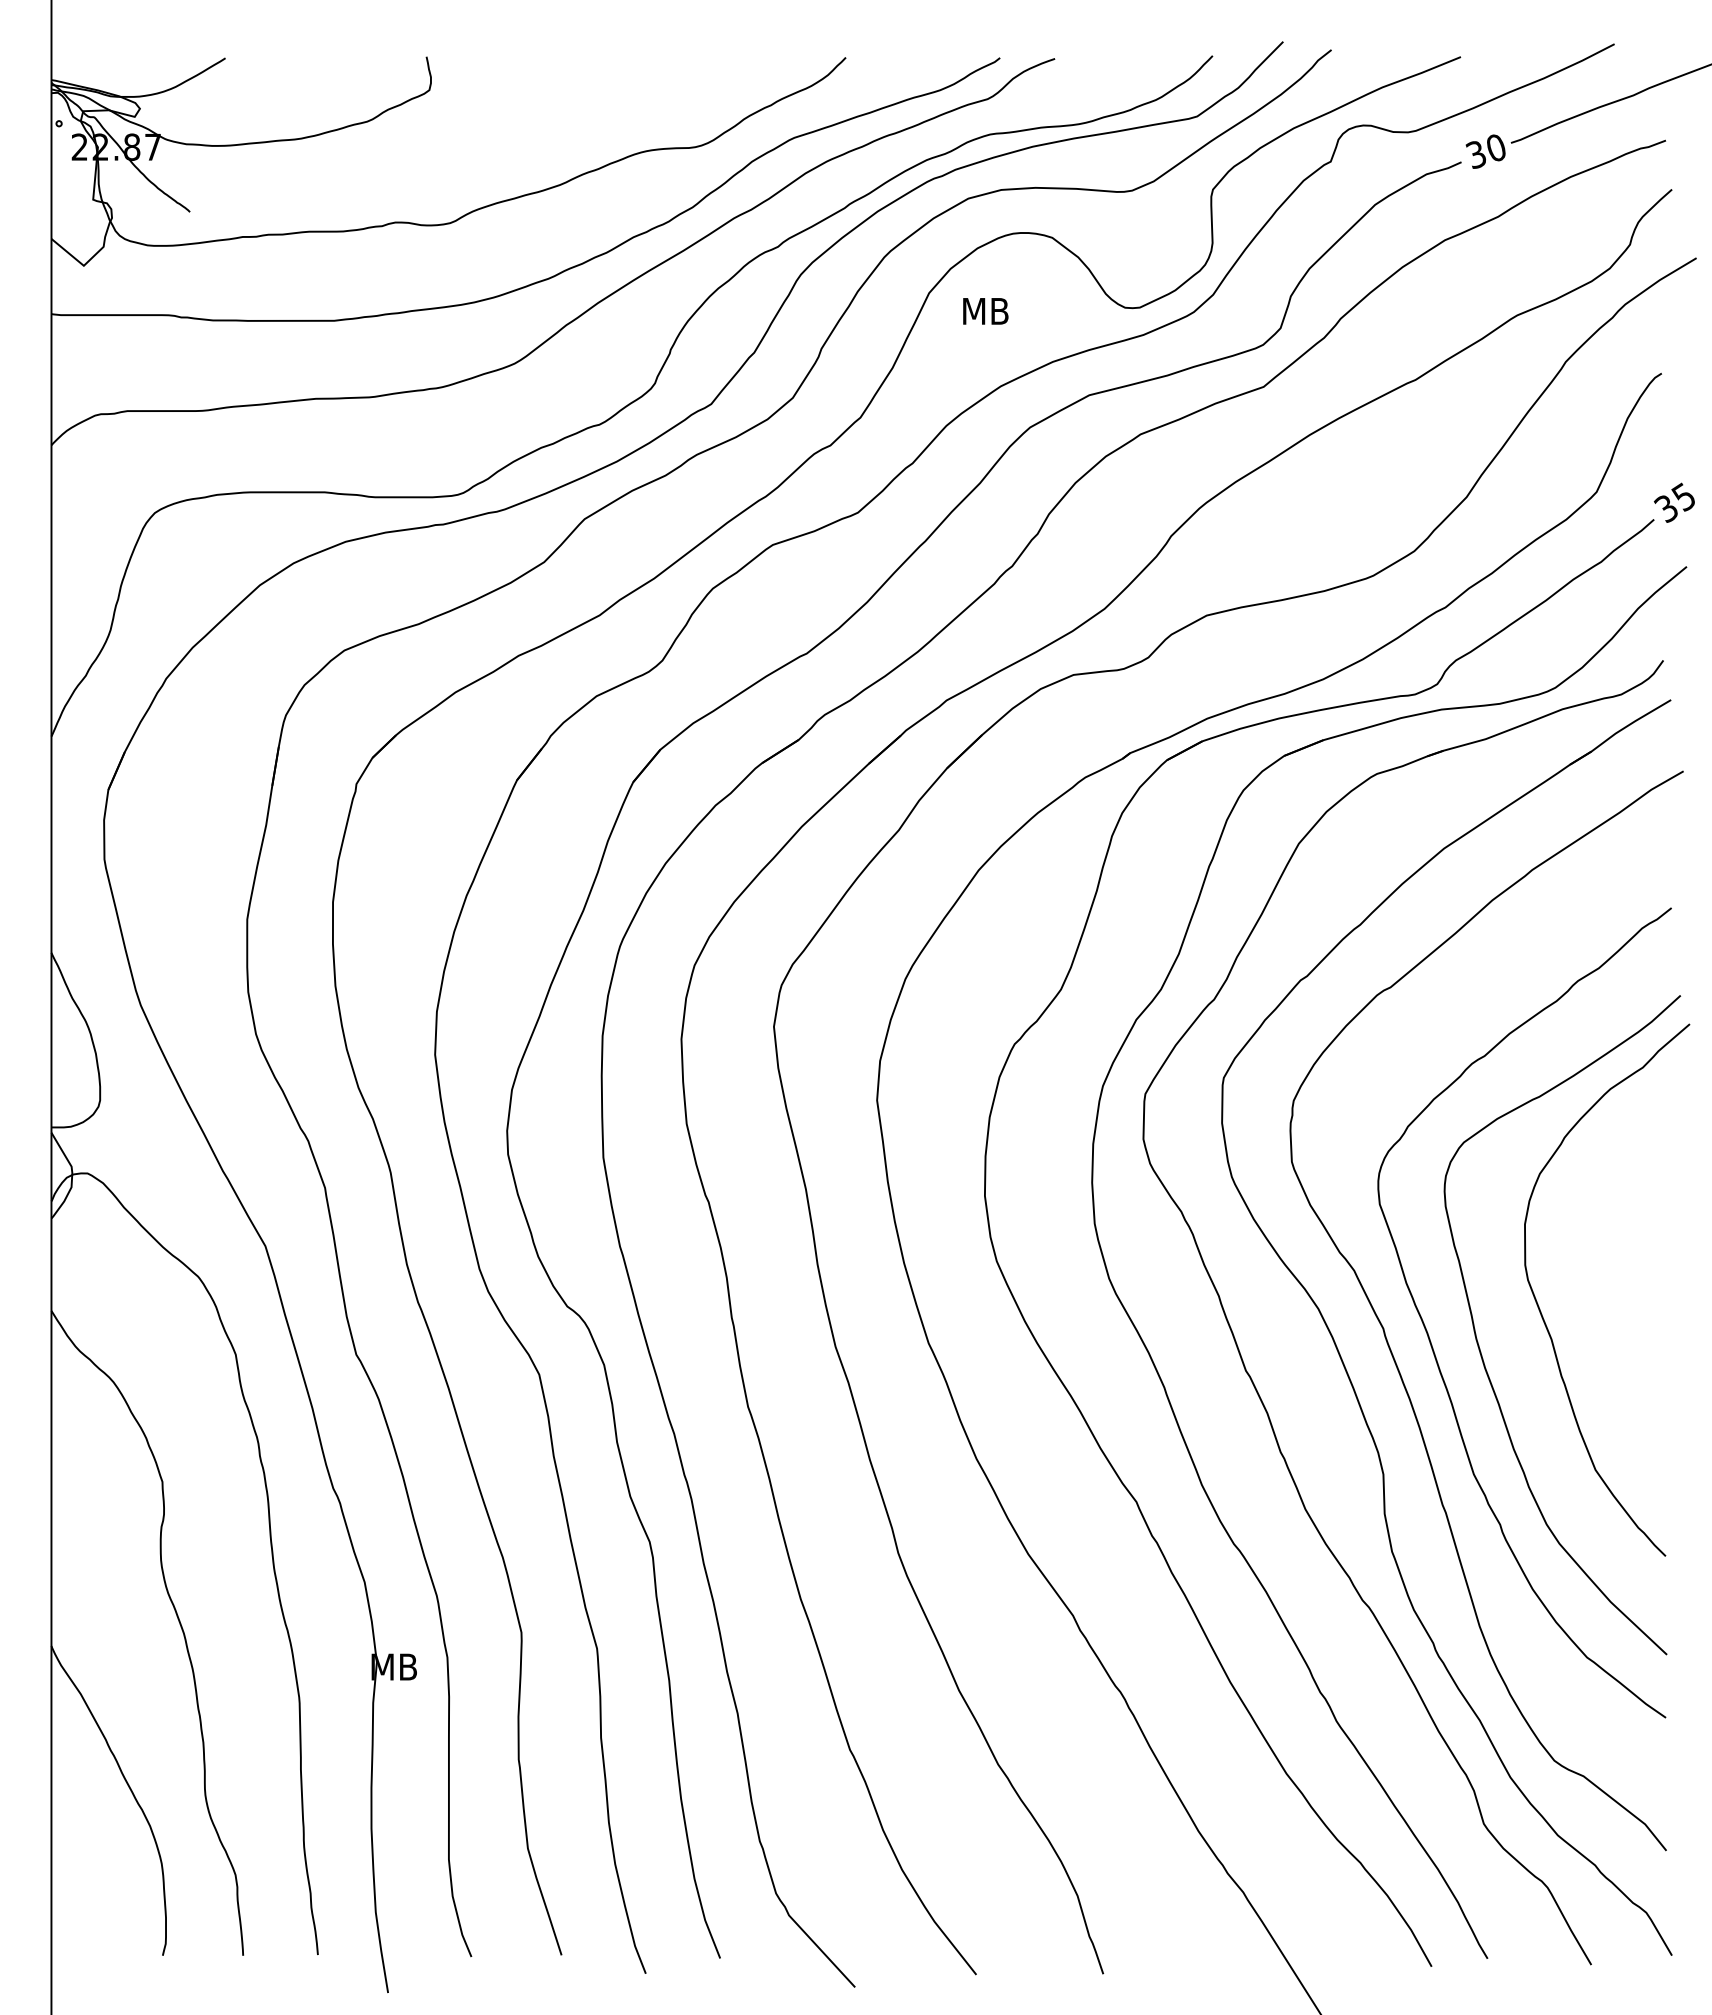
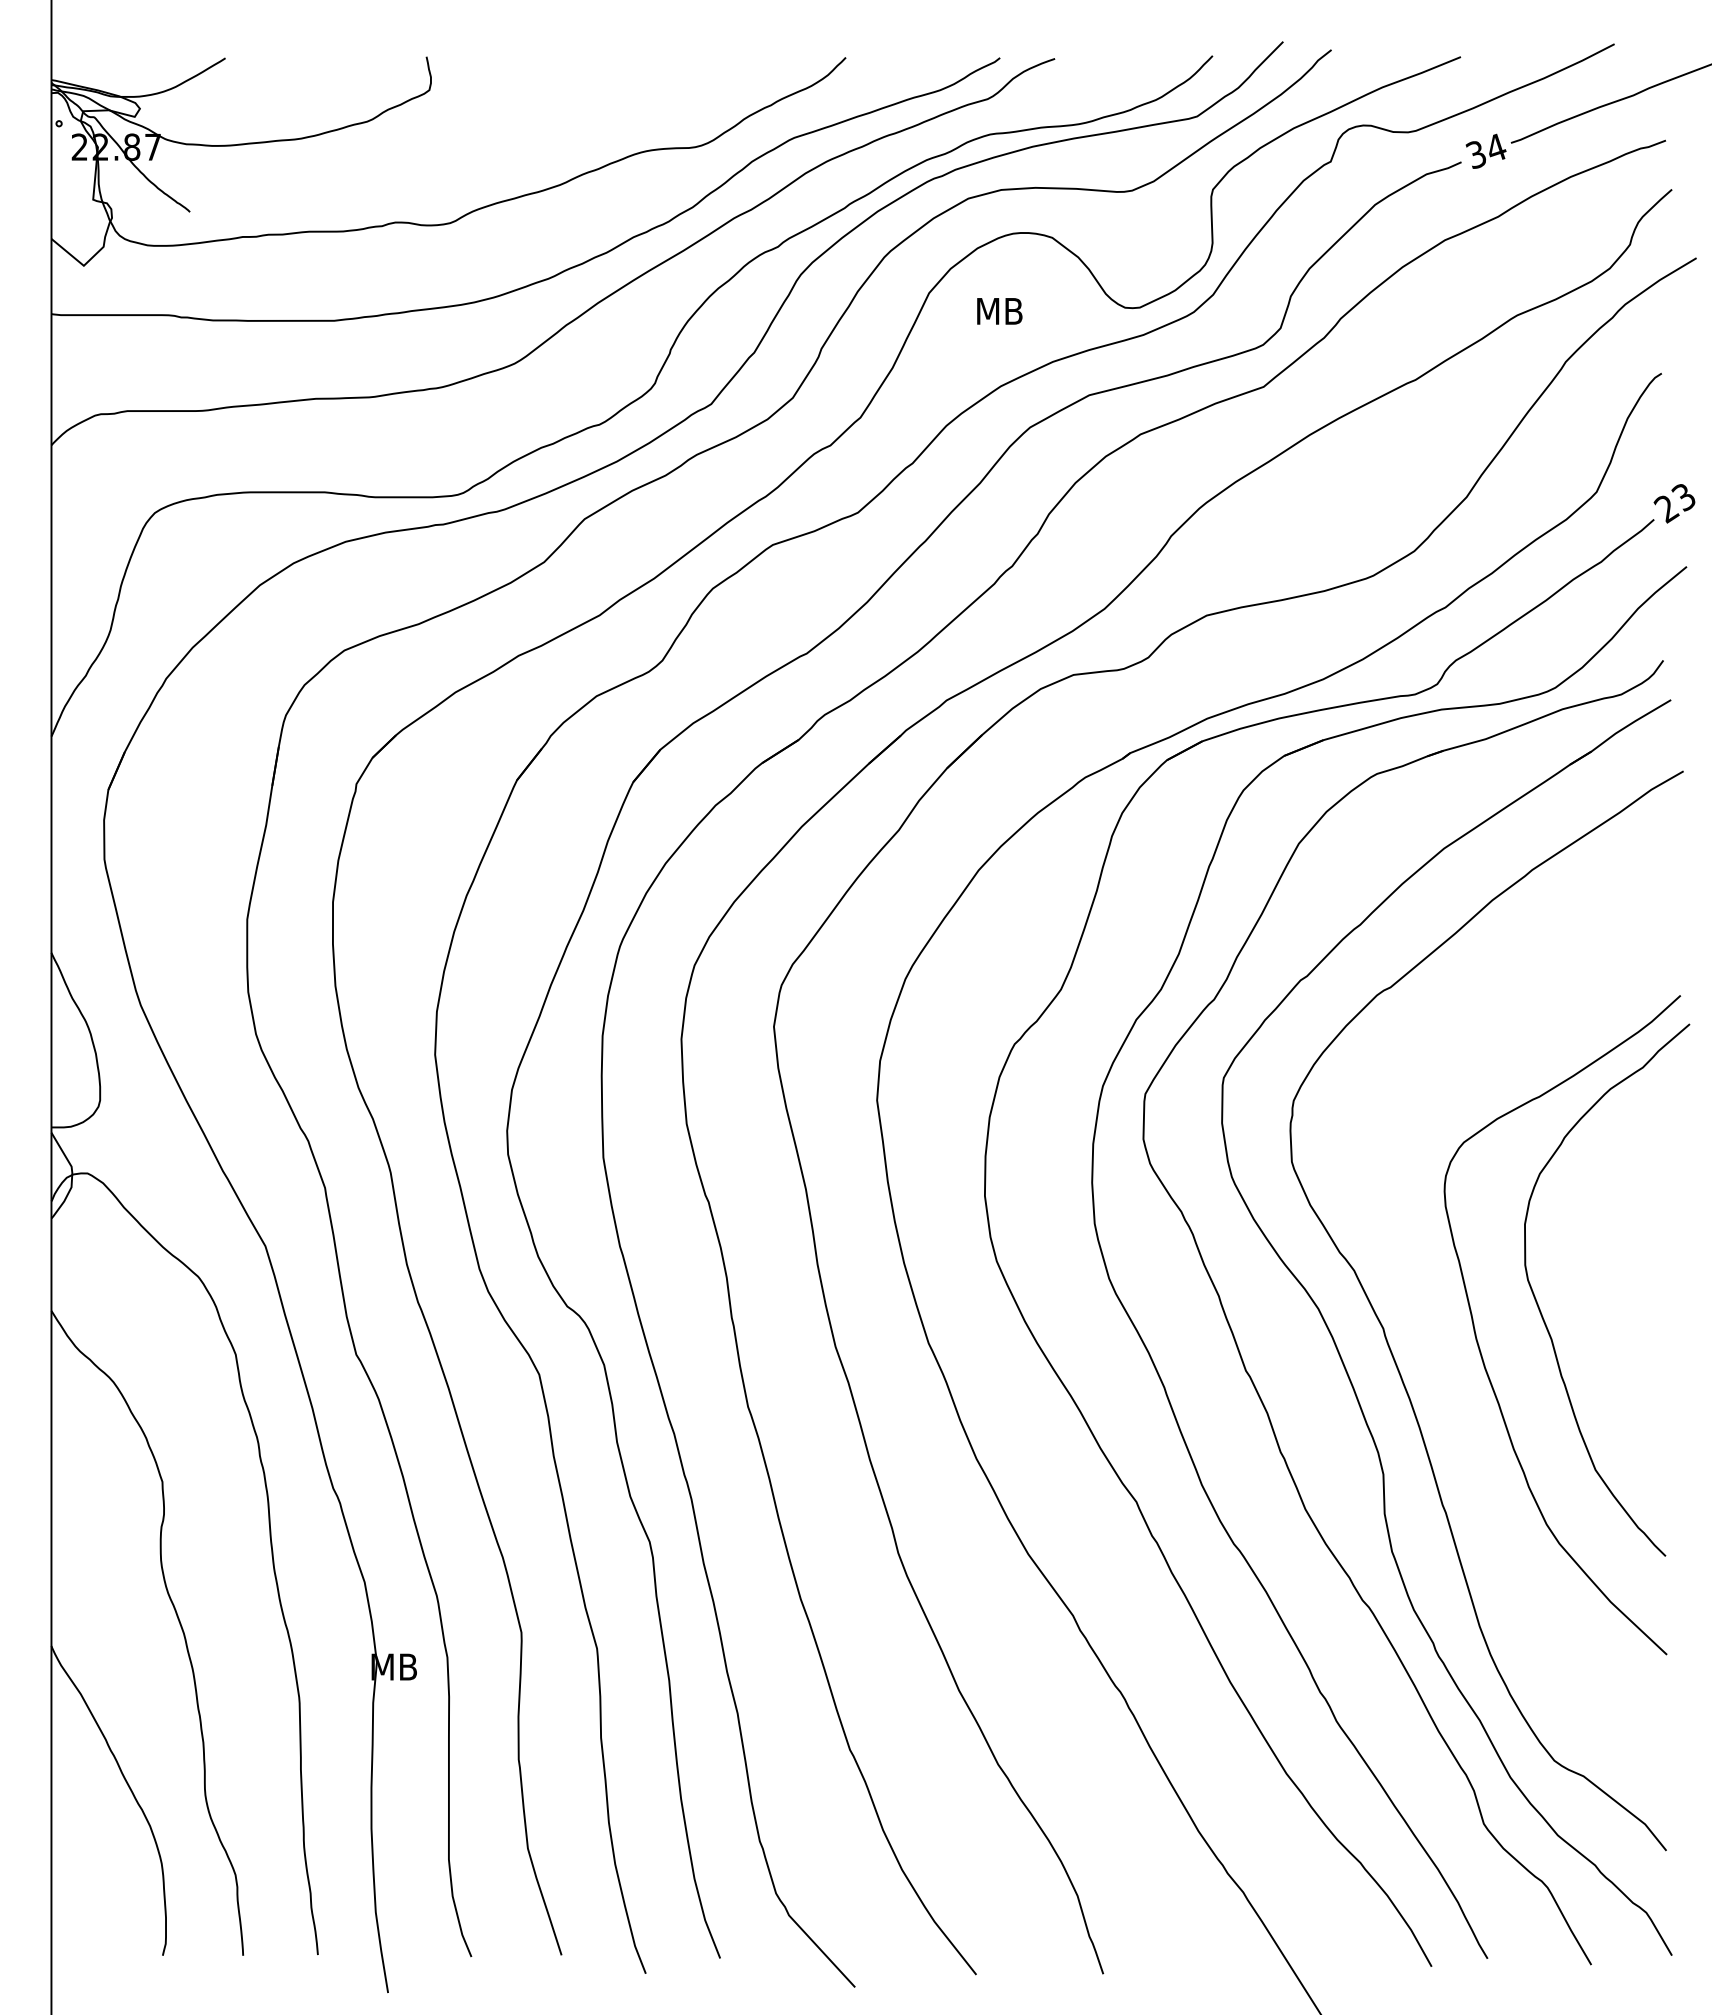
text at (1496, 147): 30 -> 34
text at (985, 311) position: (985, 311) -> (999, 311)
text at (1674, 502): 35 -> 23
curve at (1432, 1344): present -> none
